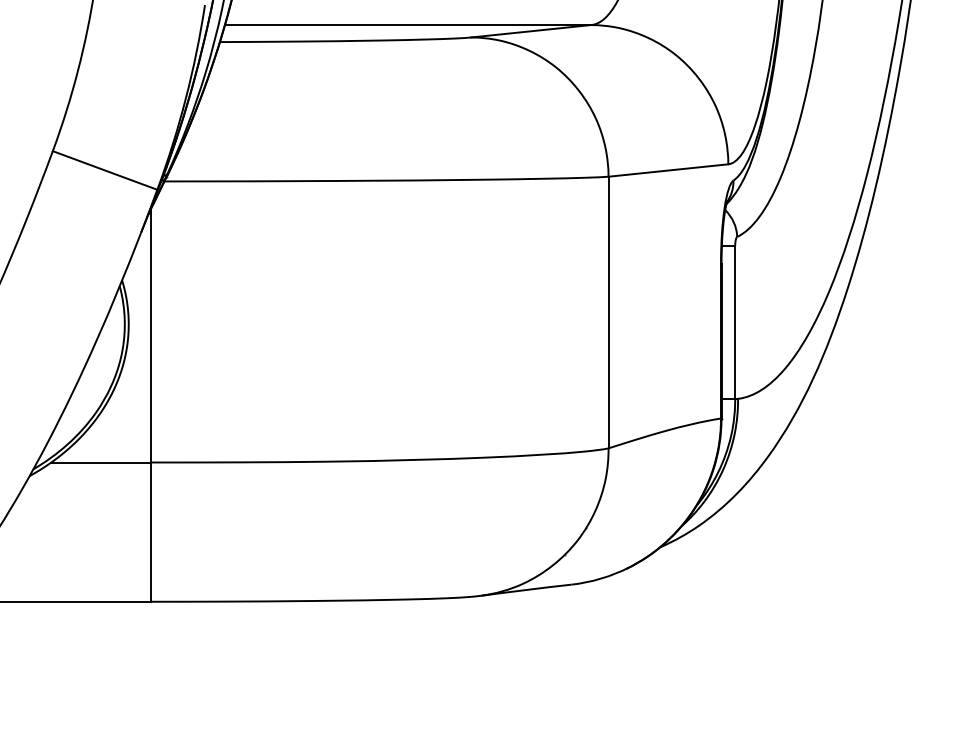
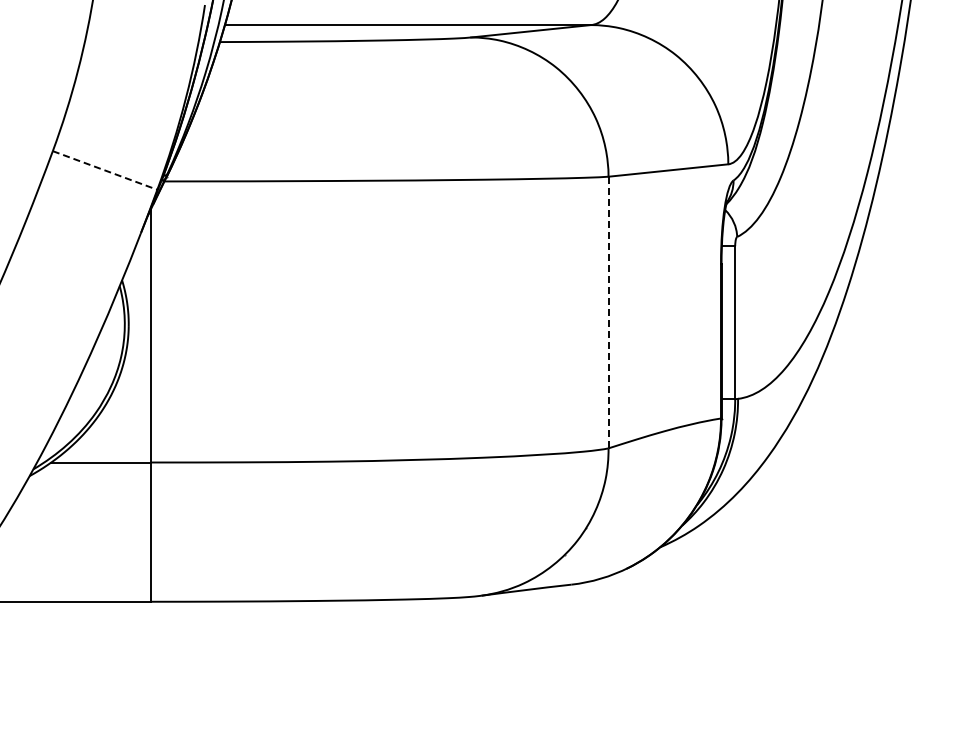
line at (105, 170): solid -> dashed
line at (608, 312): solid -> dashed
